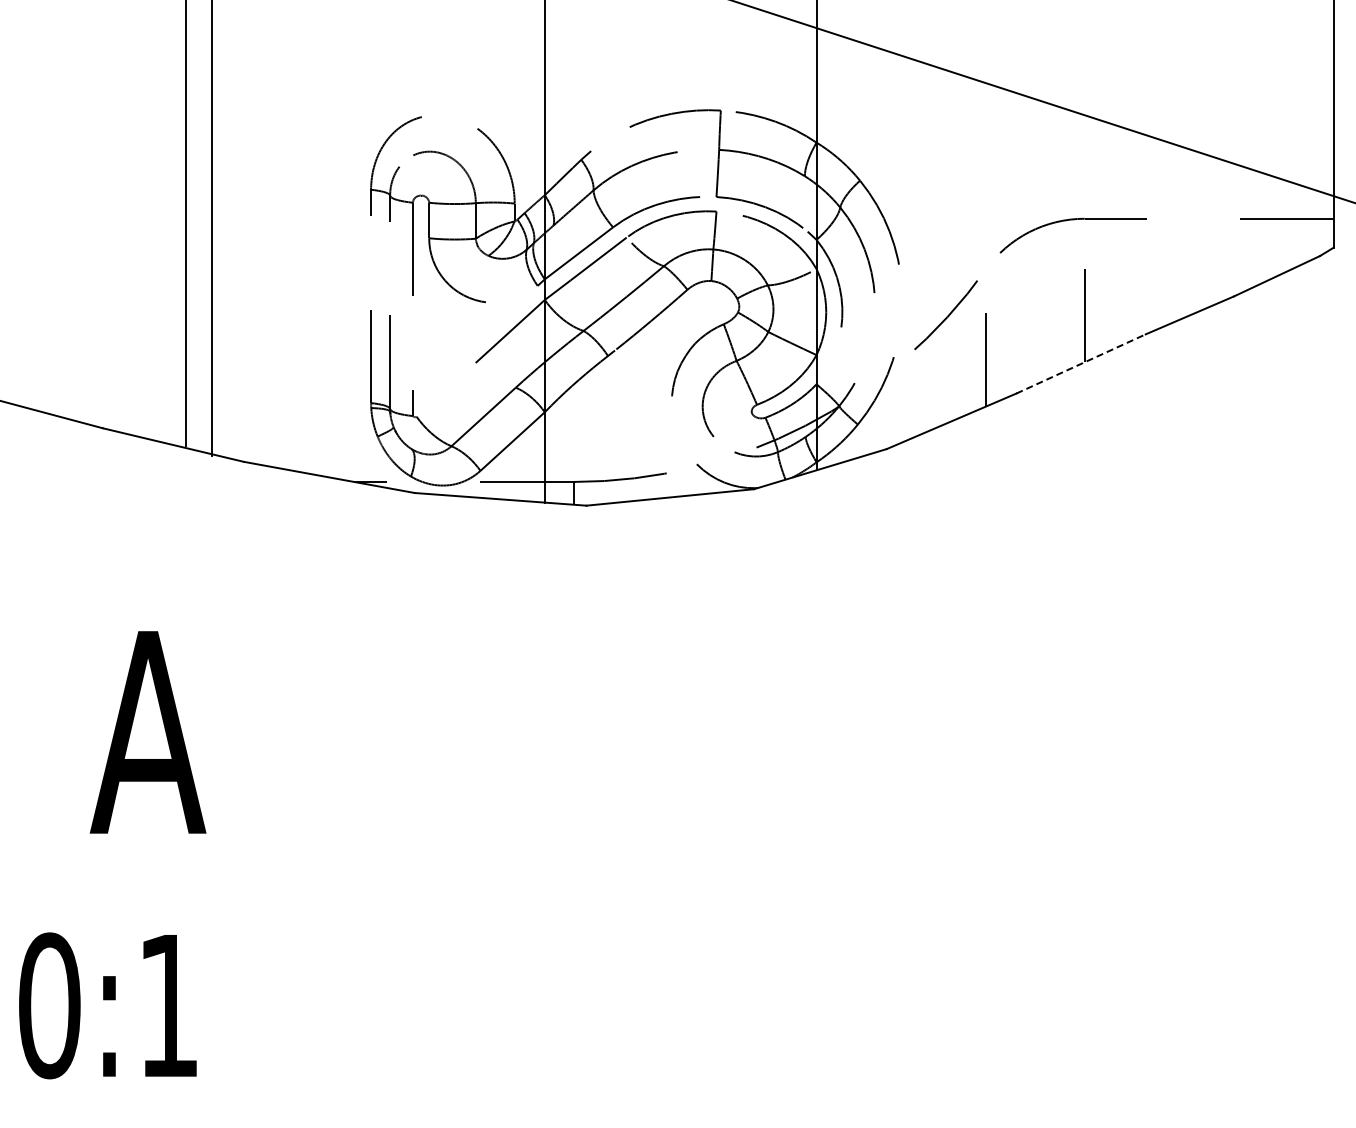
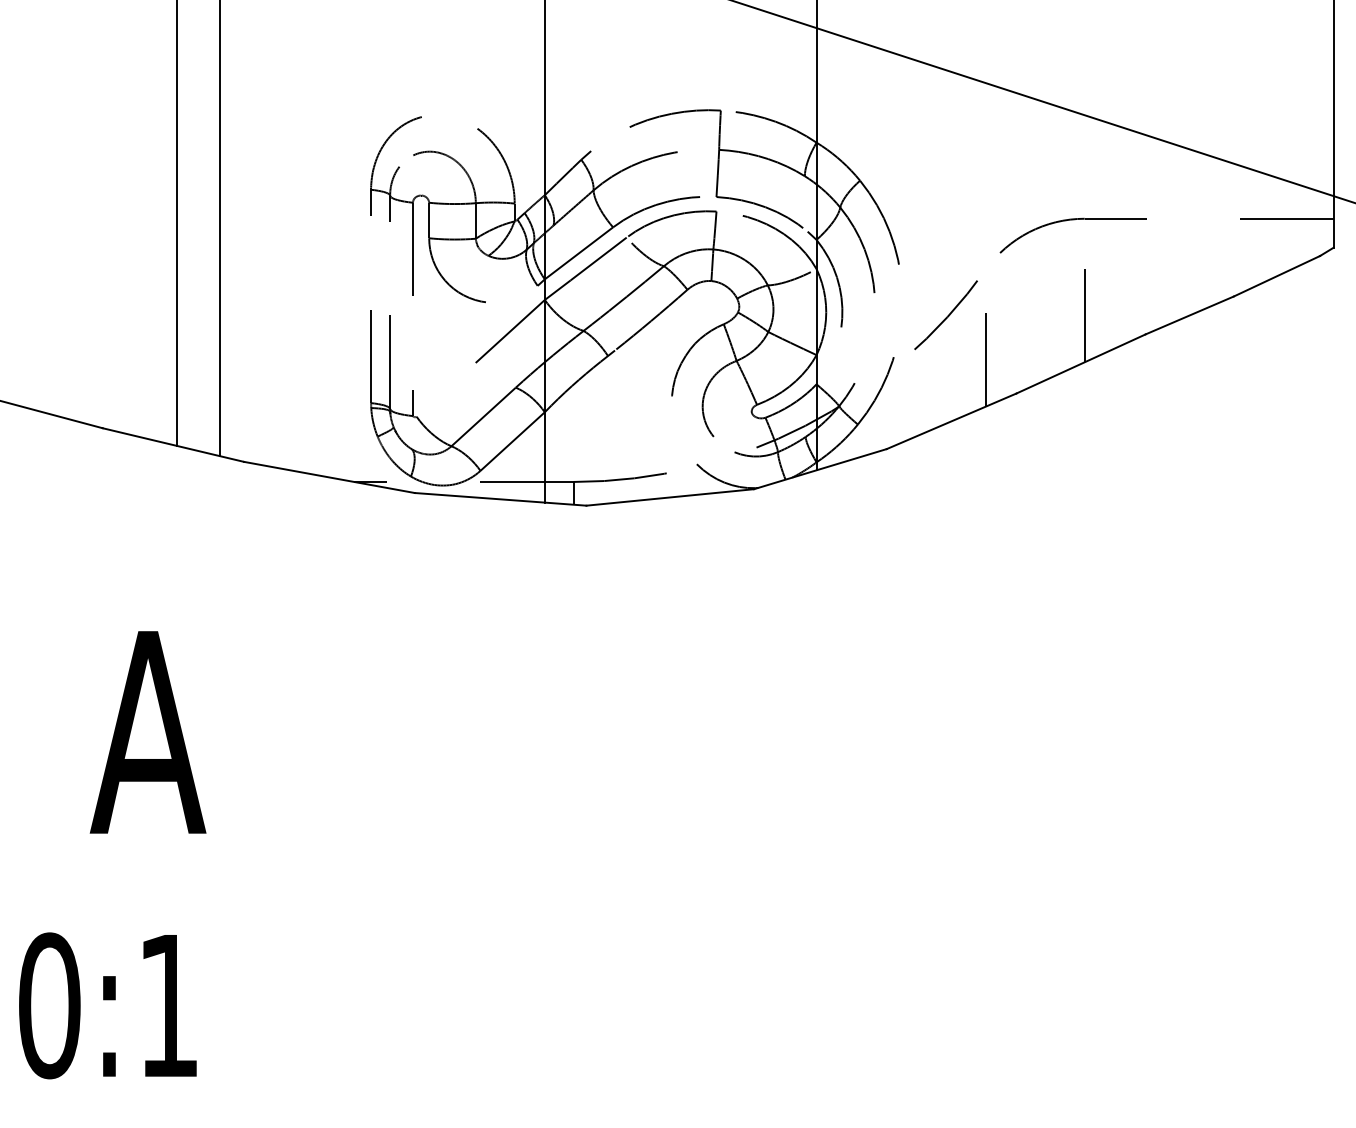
line at (185, 223) position: (185, 223) -> (176, 223)
line at (211, 229) position: (211, 229) -> (219, 229)
line at (1081, 363): dashed -> solid
